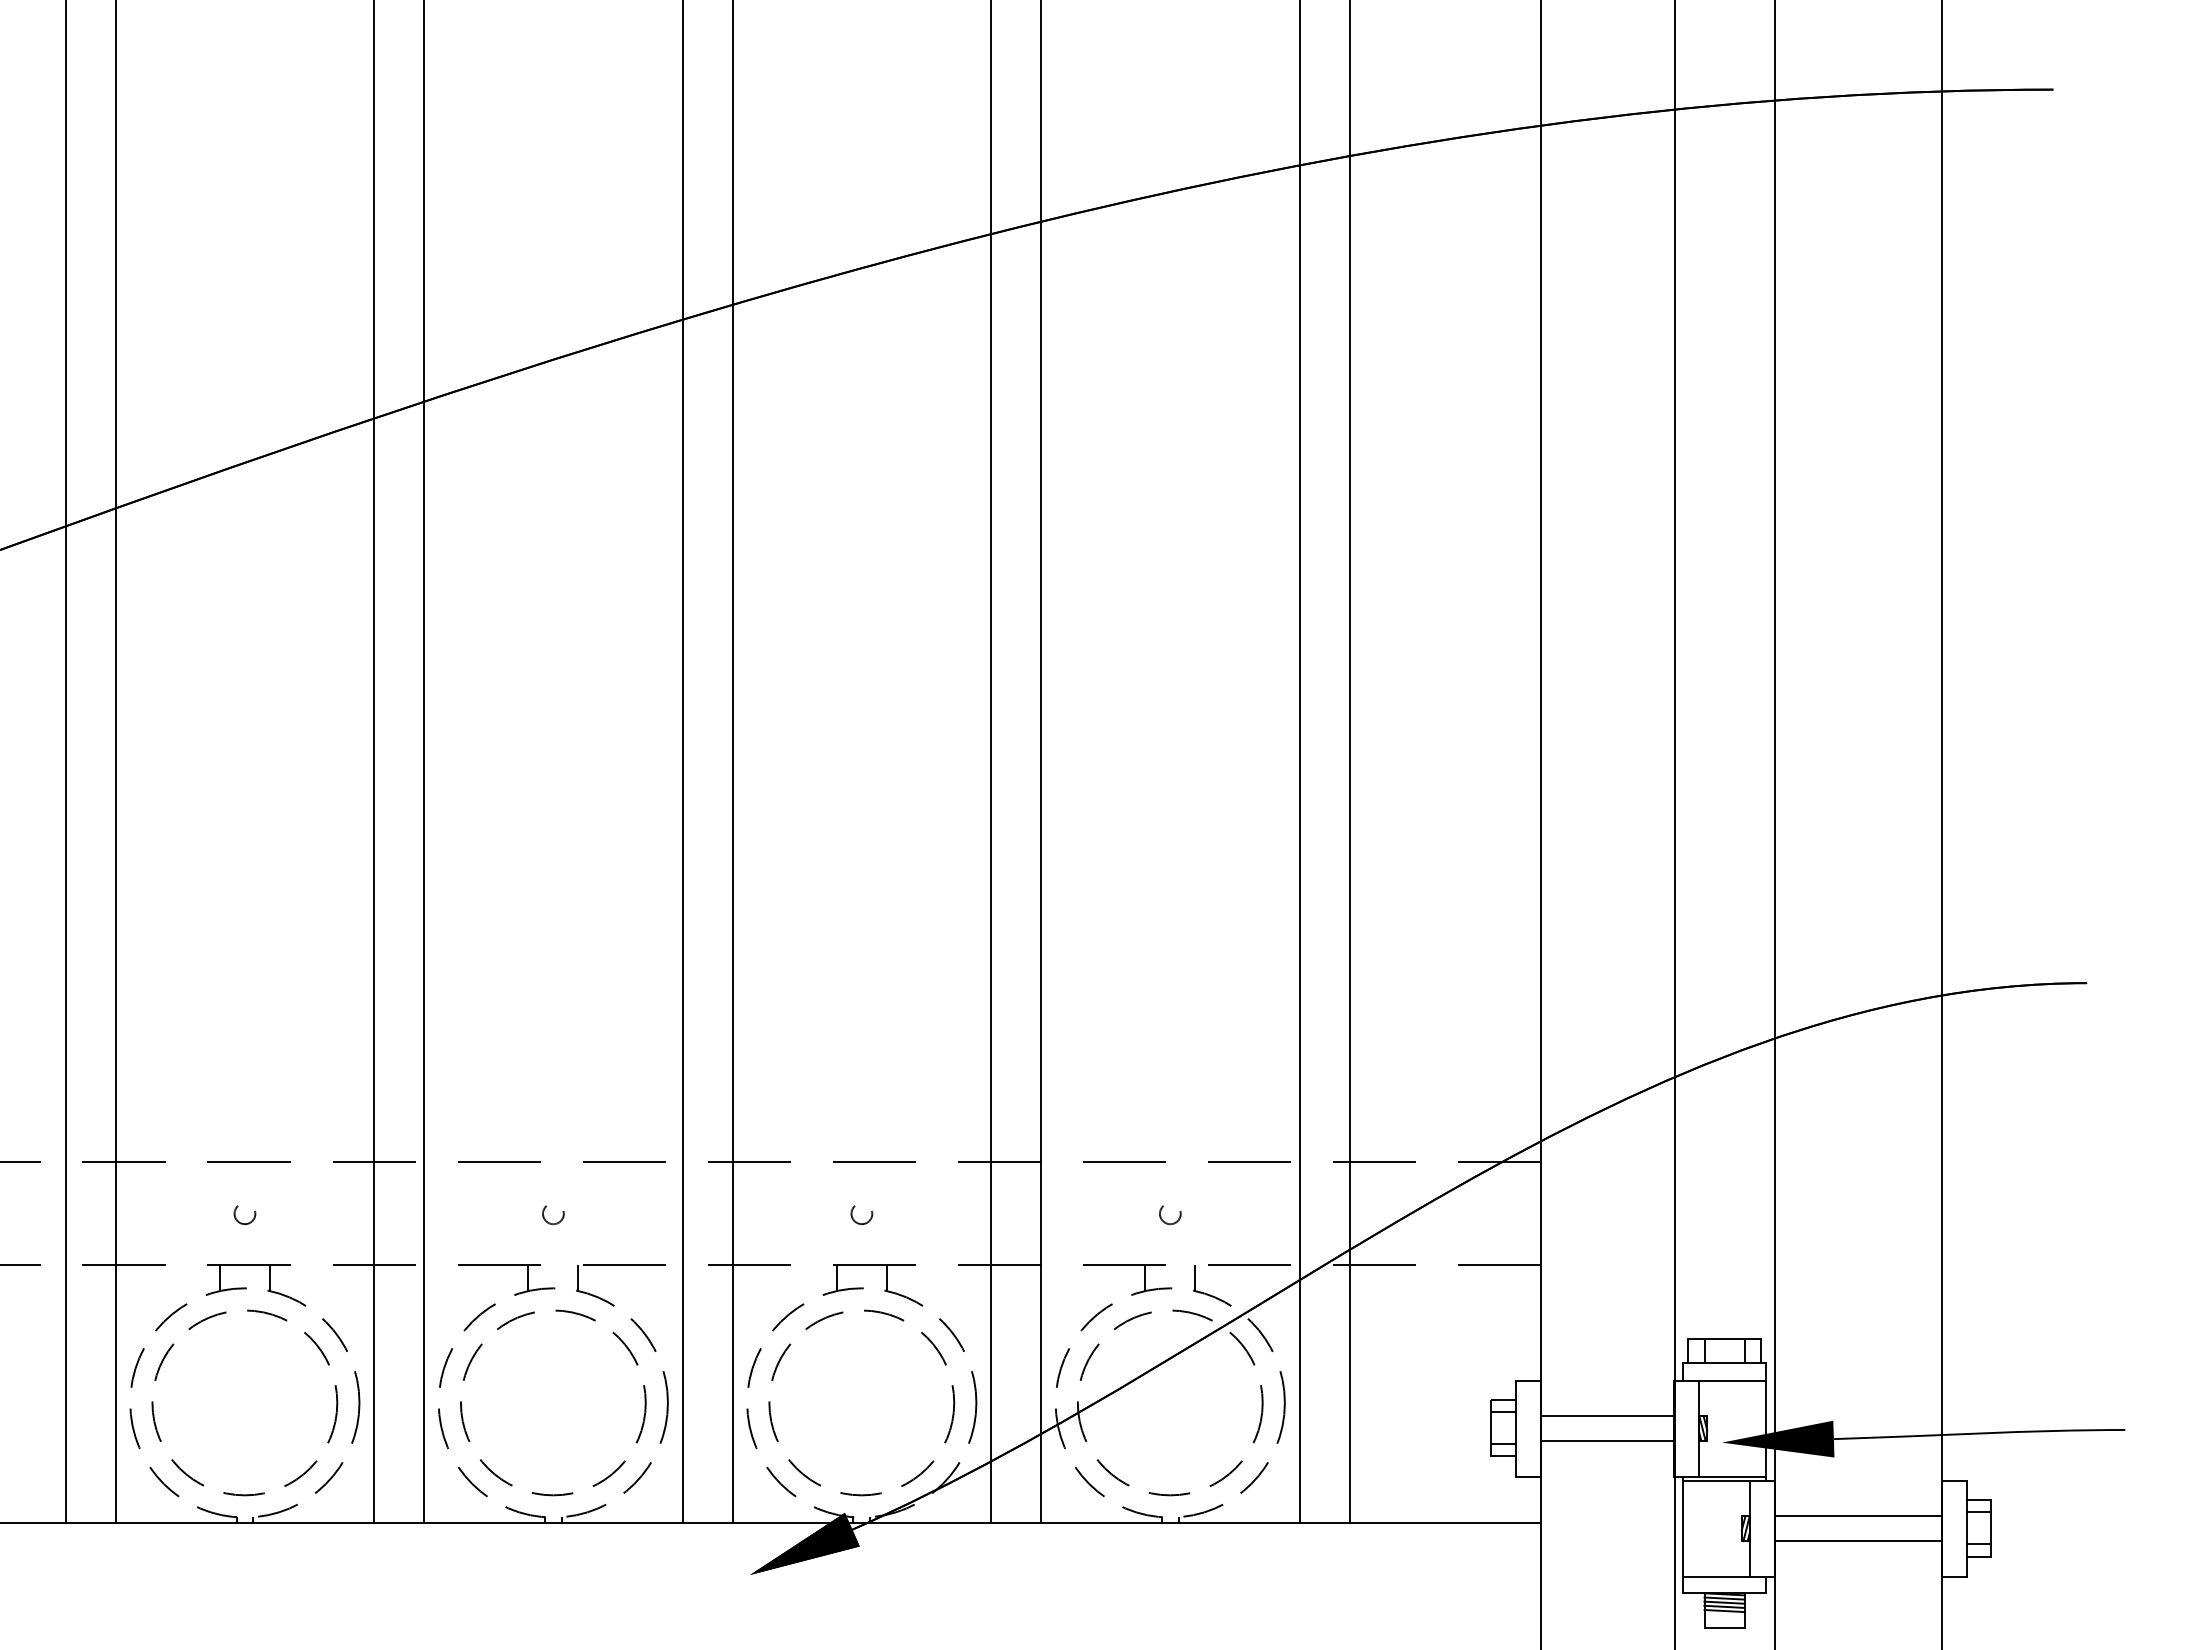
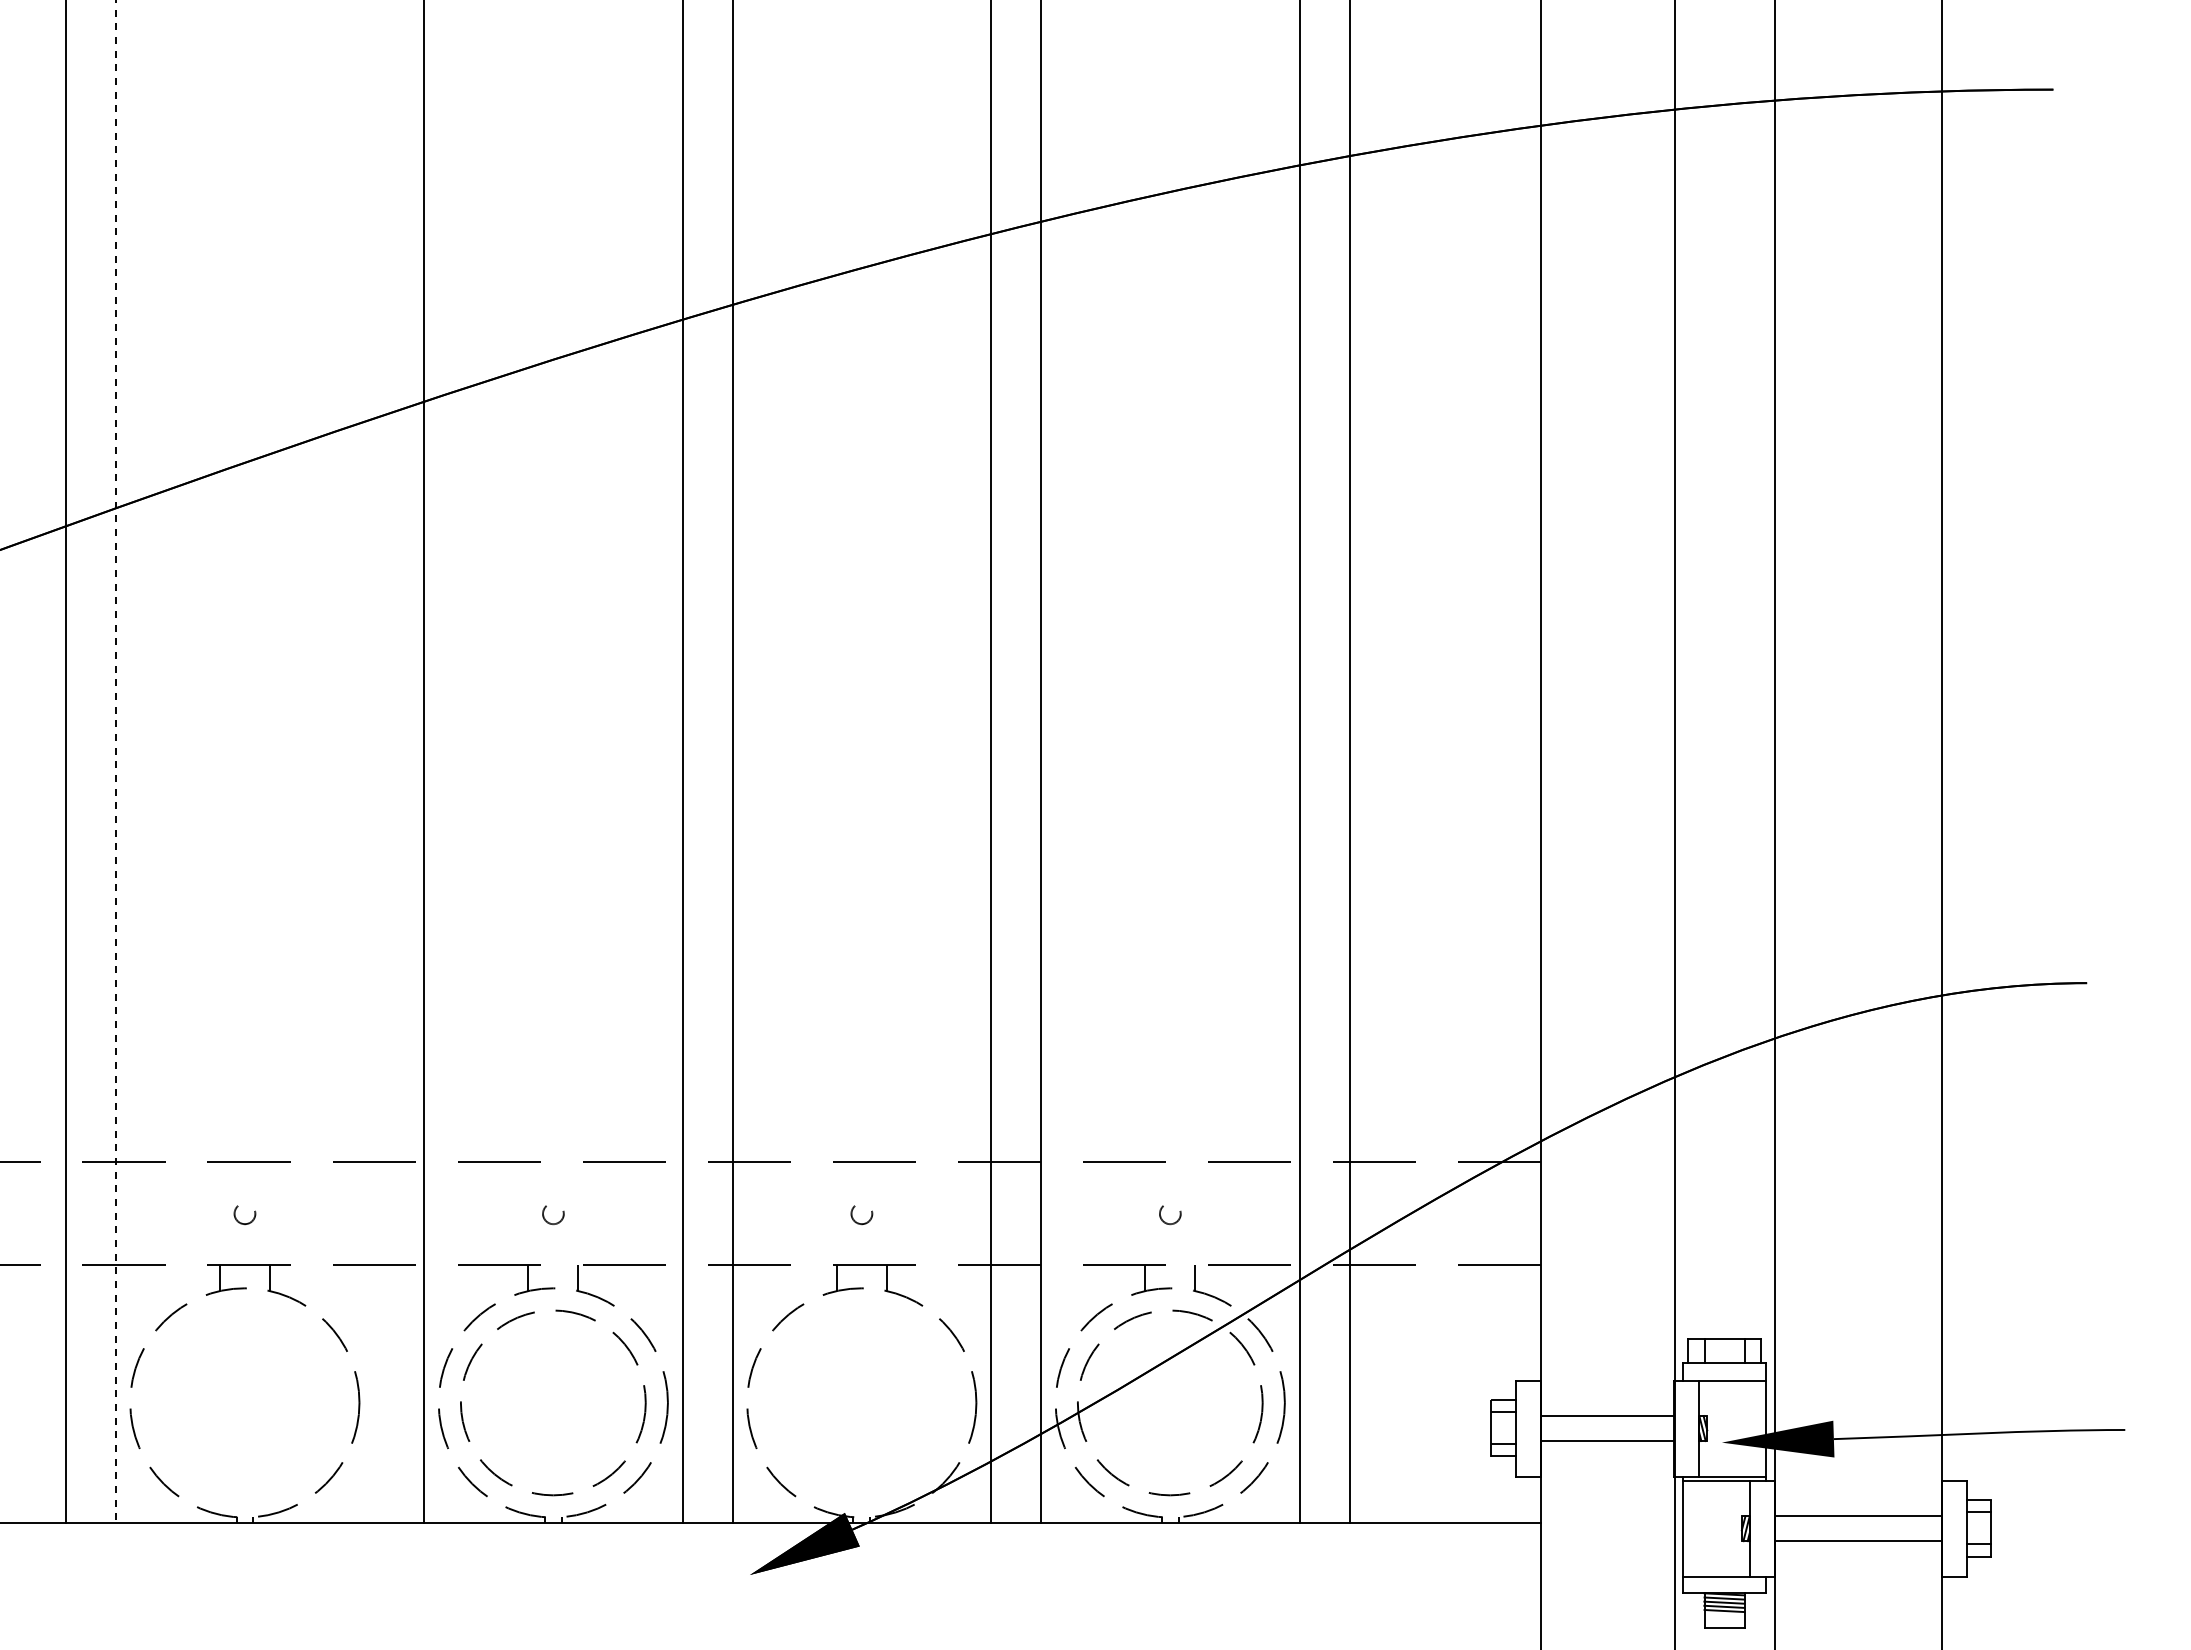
line at (115, 762): solid -> dashed
line at (374, 762): present -> none
circle at (244, 1402): present -> none
circle at (861, 1402): present -> none
